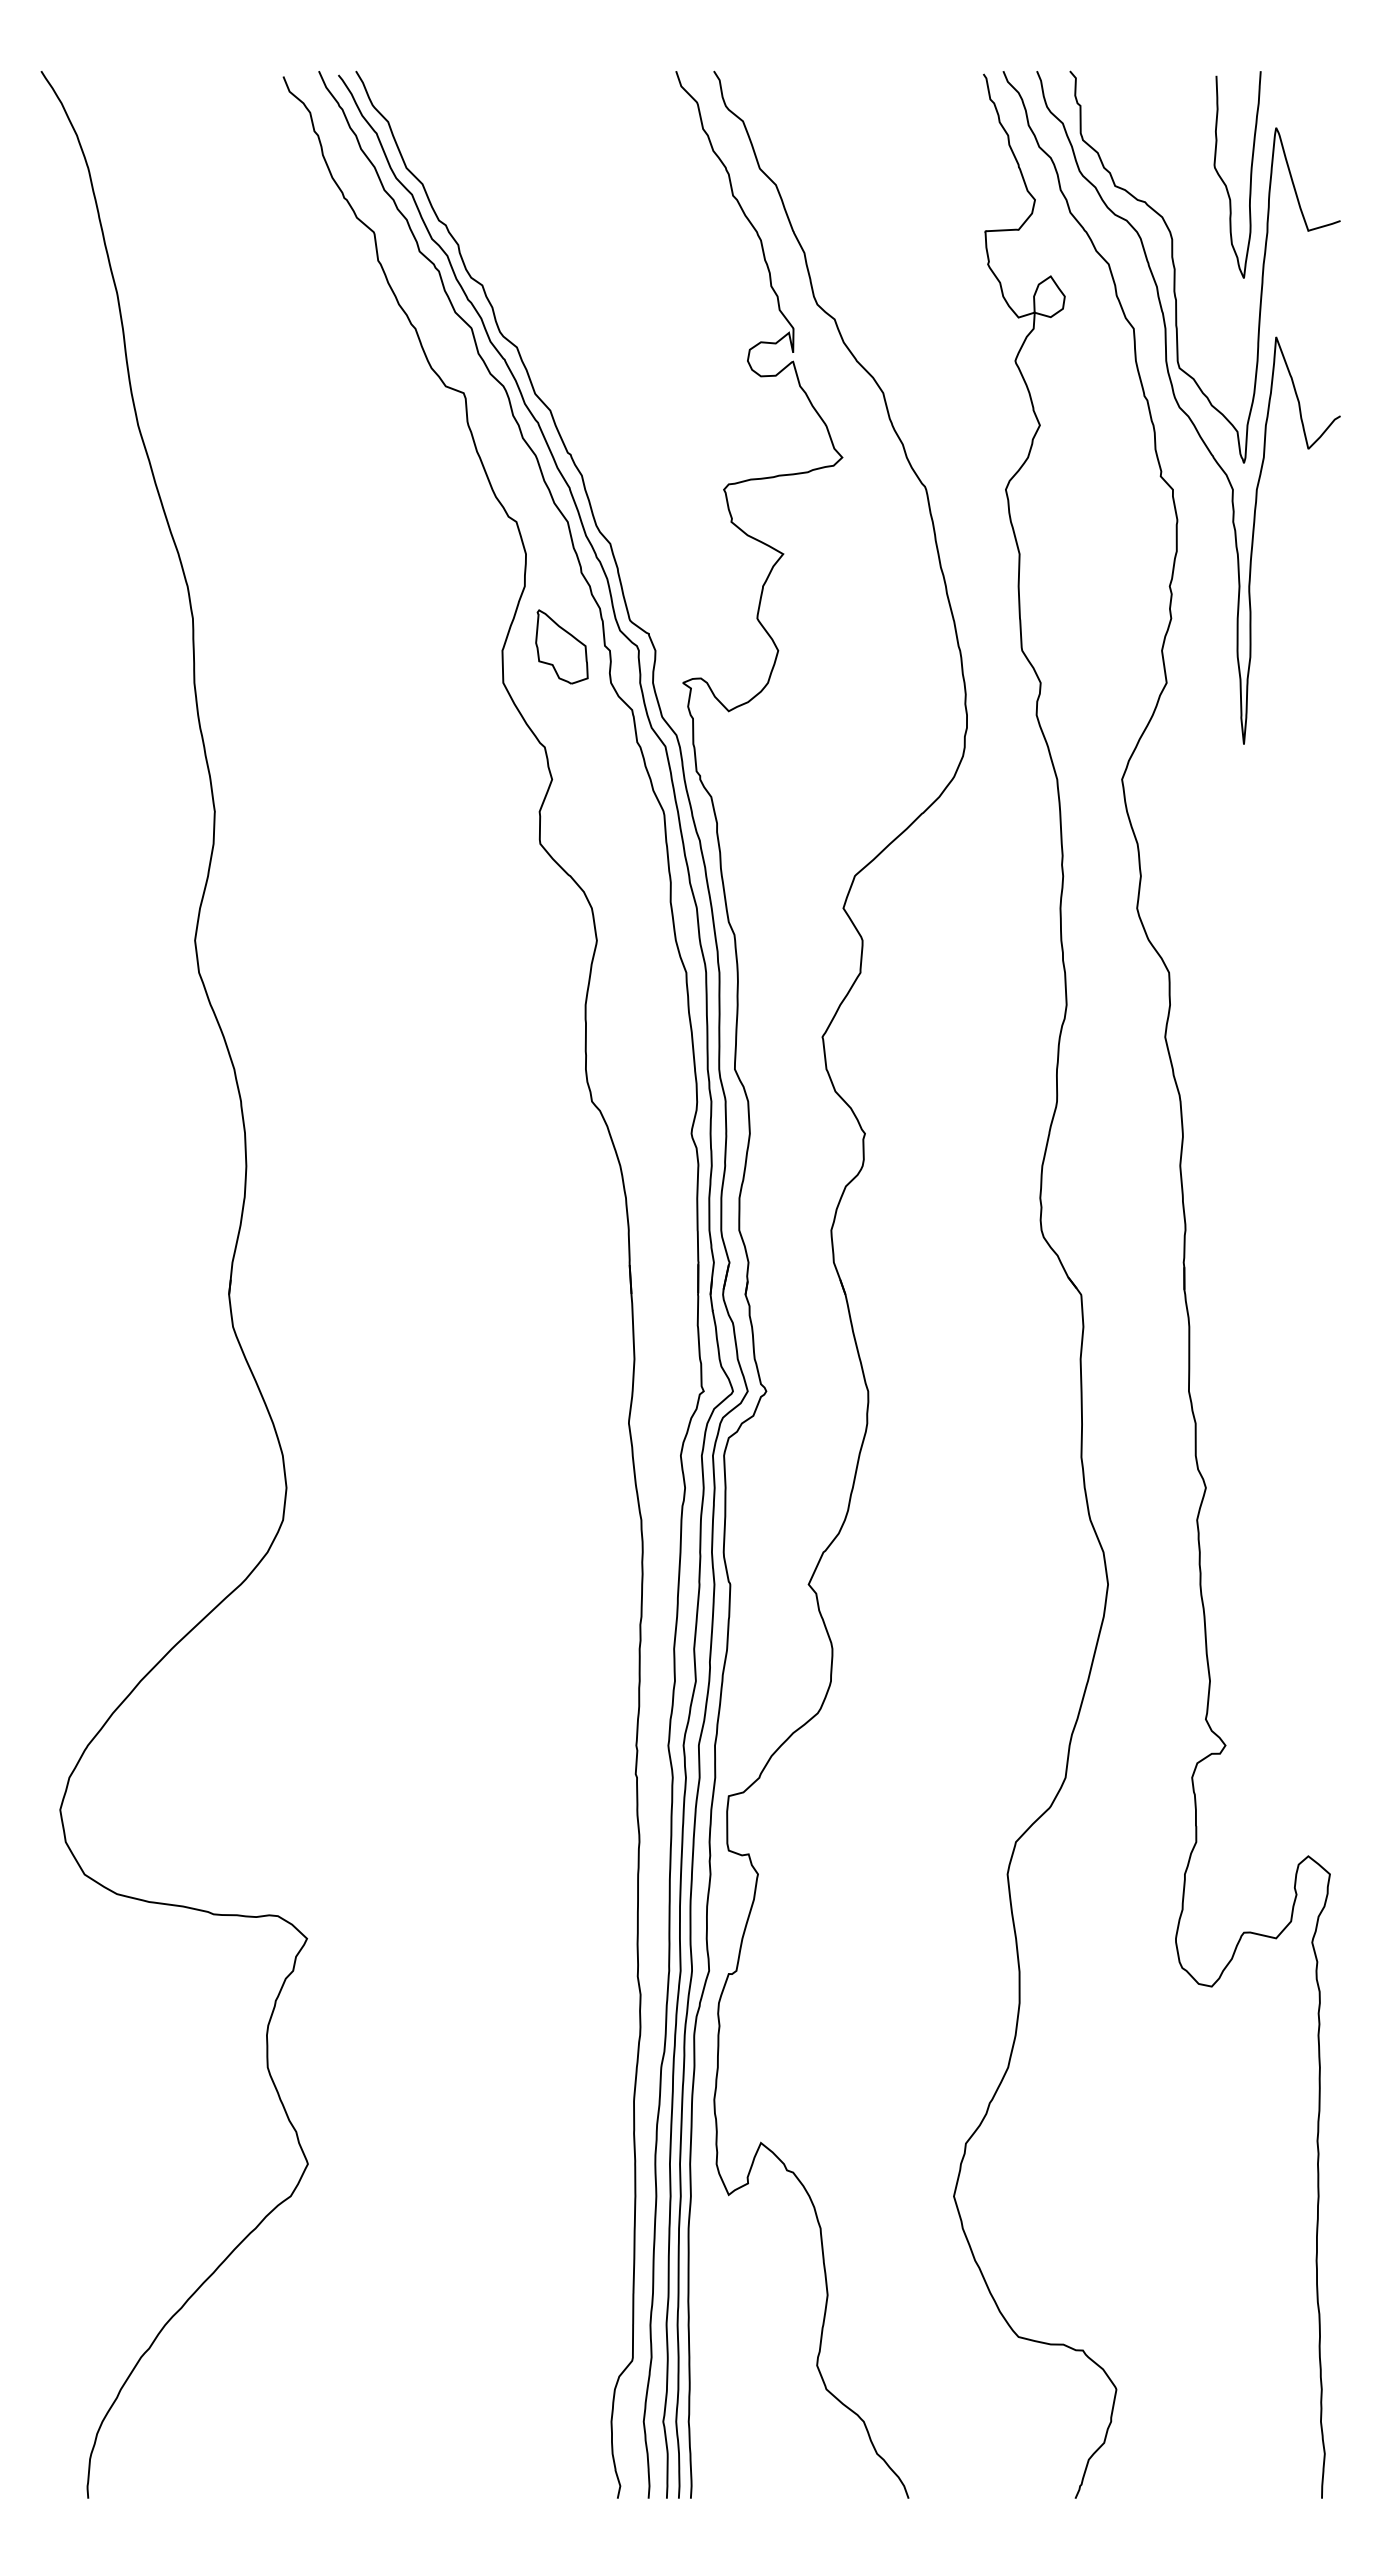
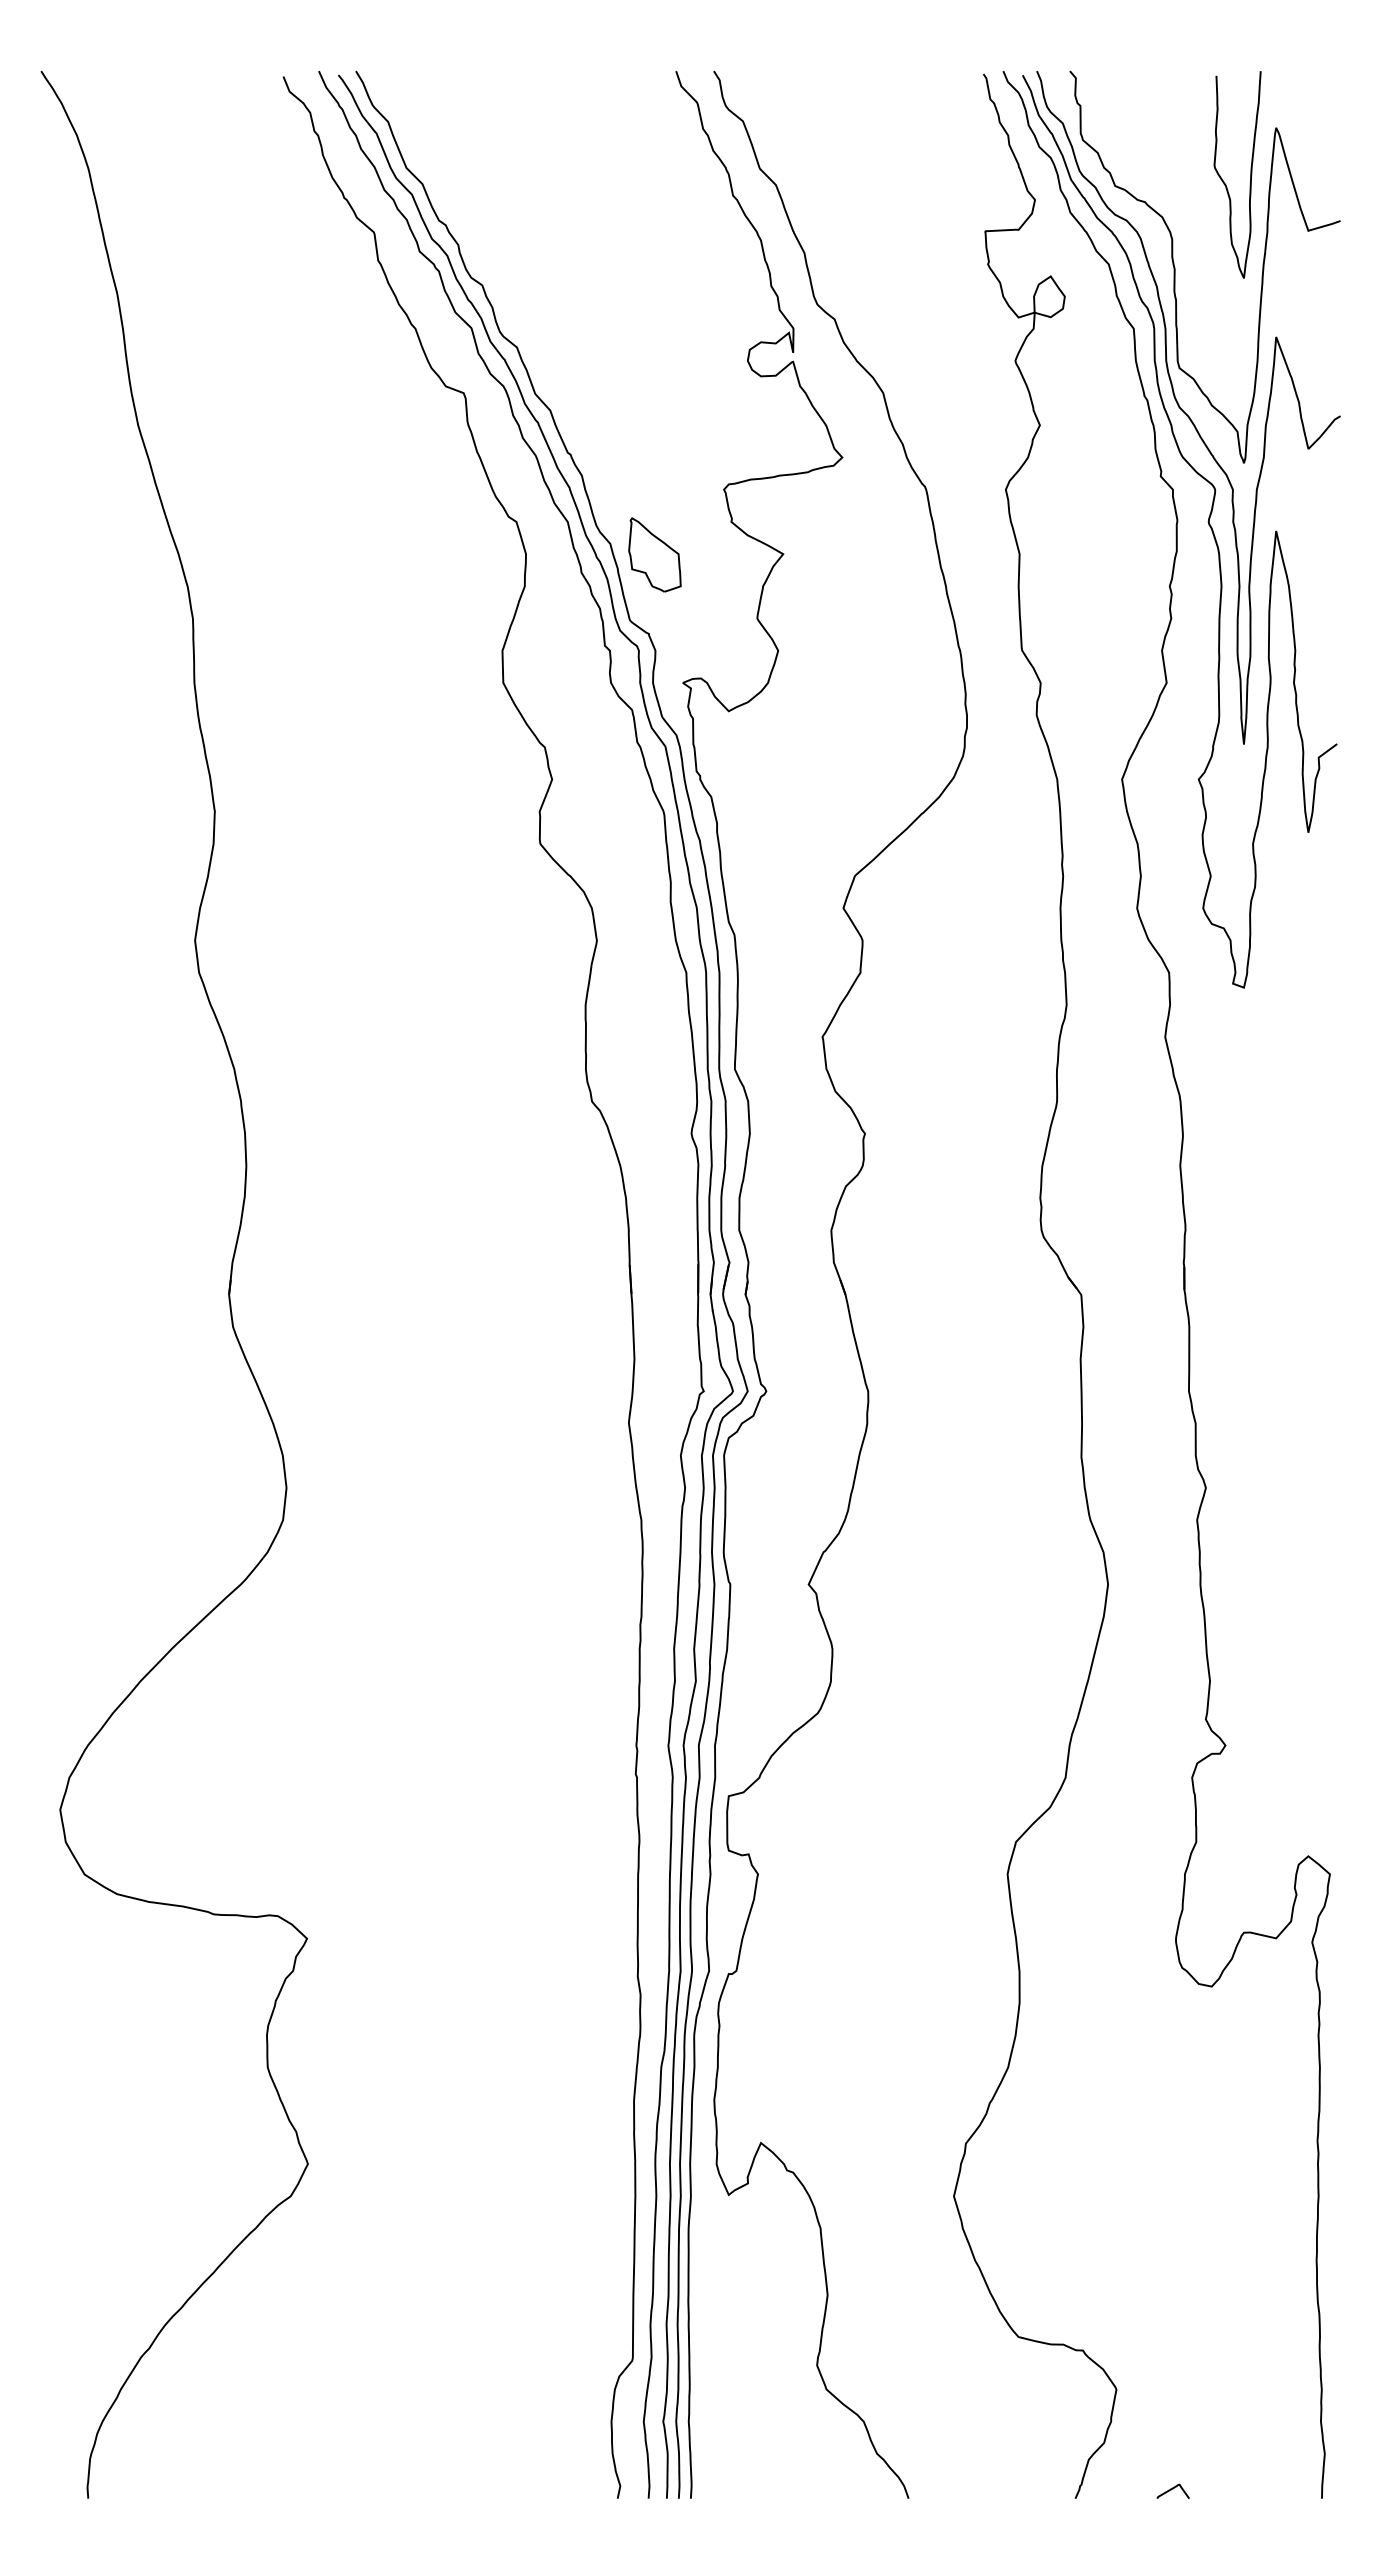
curve at (1208, 525): none -> present
part at (561, 646) position: (561, 646) -> (654, 554)
curve at (1172, 2489): none -> present
